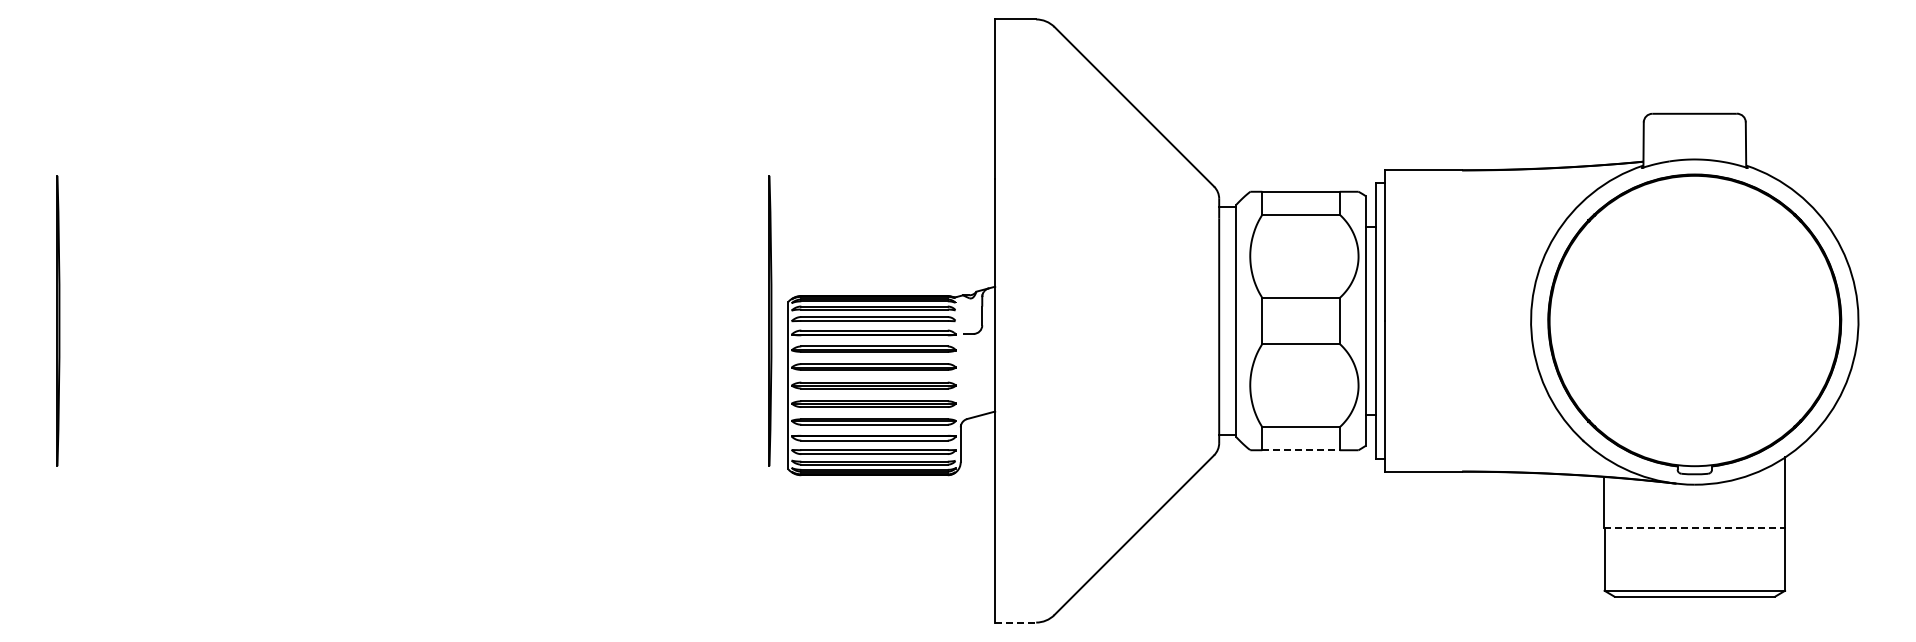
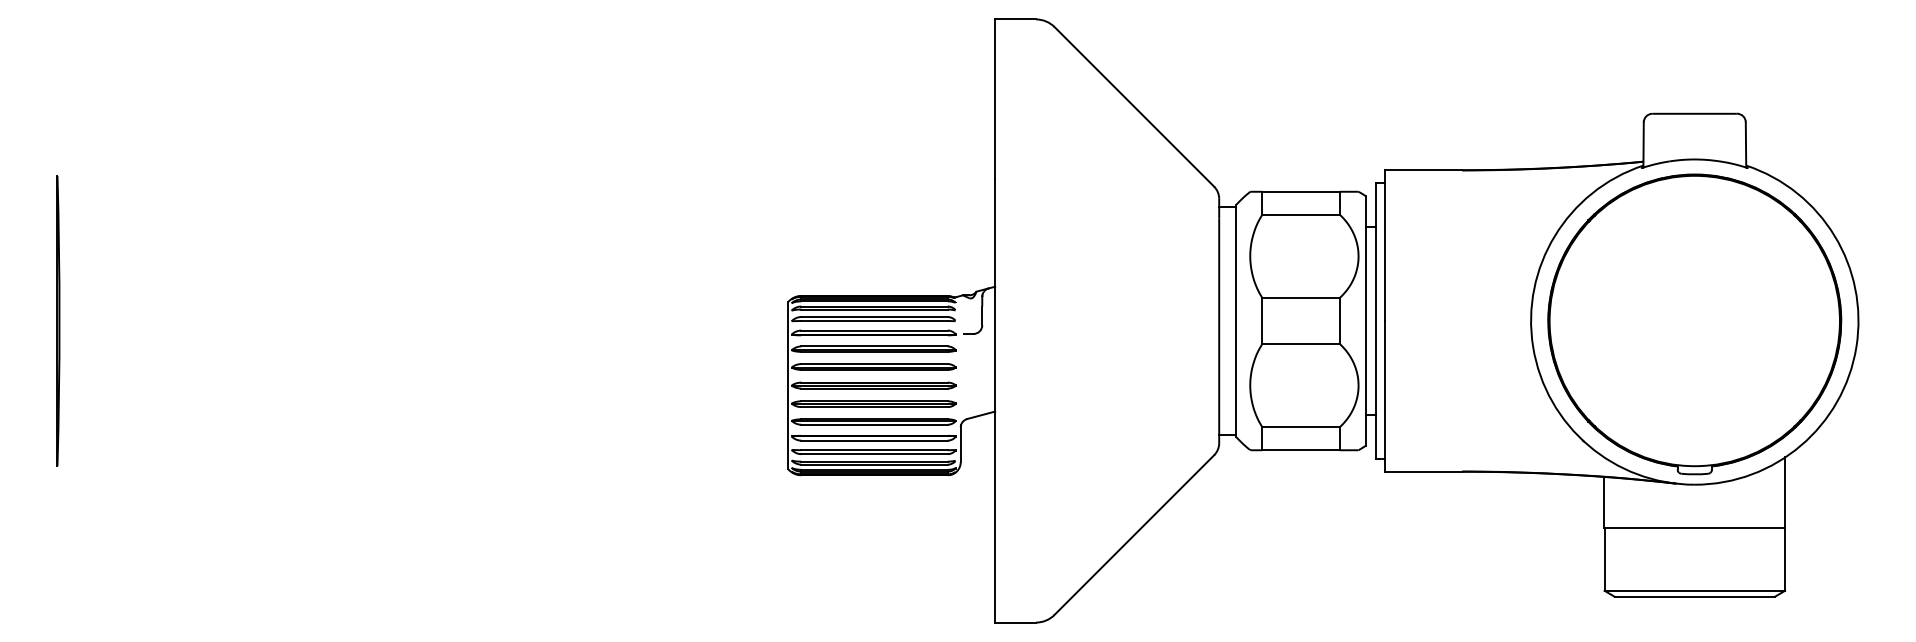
line at (770, 320): present -> none
line at (1301, 450): dashed -> solid
line at (1695, 527): dashed -> solid
line at (1015, 622): dashed -> solid
